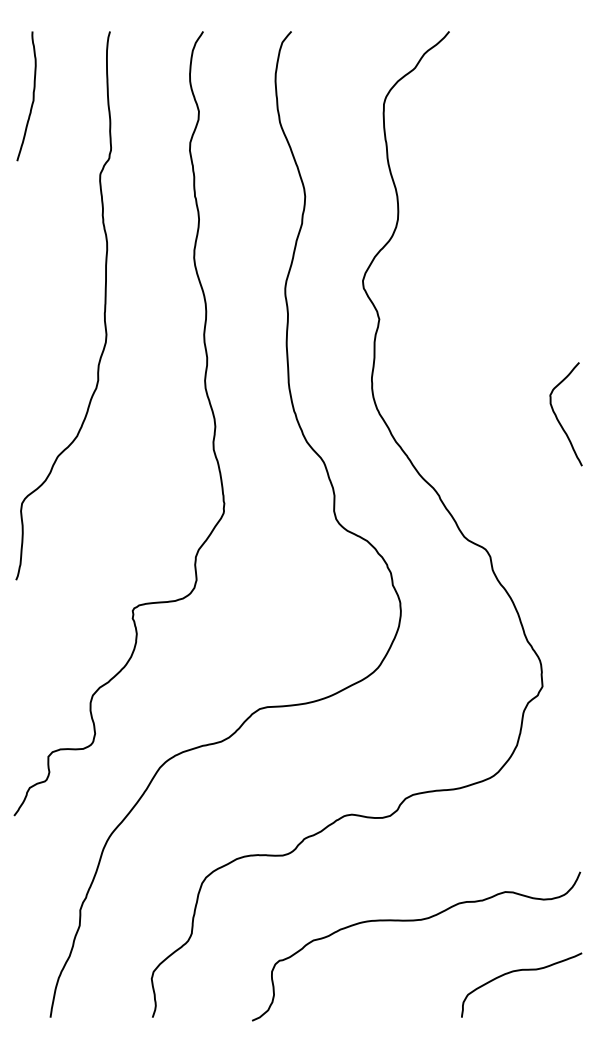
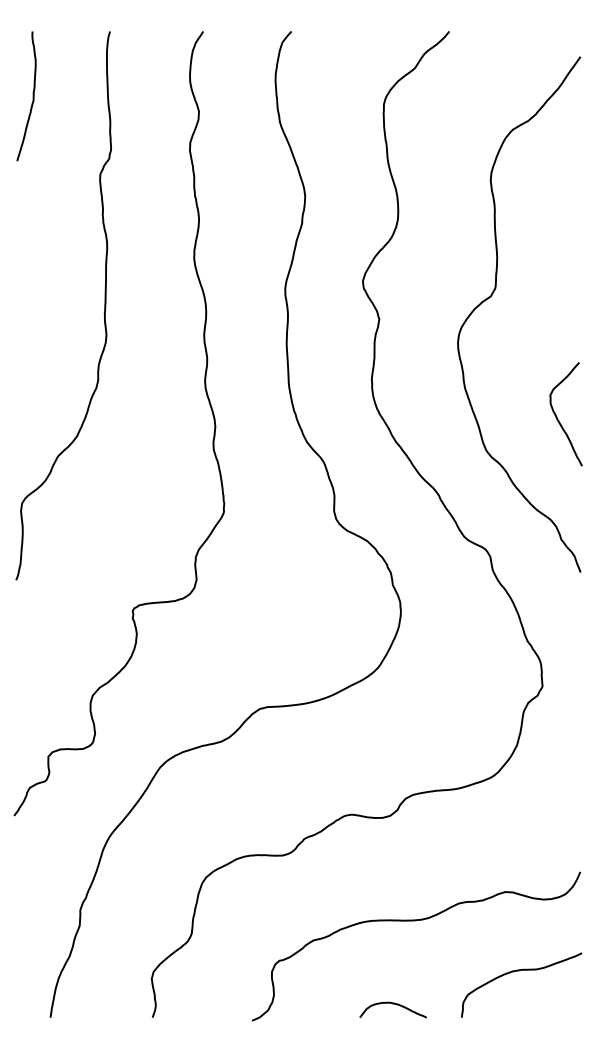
curve at (491, 297): none -> present
curve at (392, 1004): none -> present
